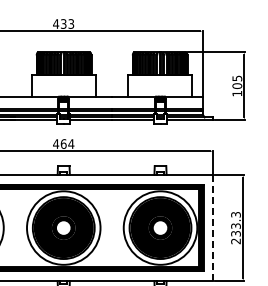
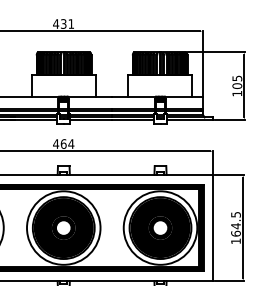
text at (71, 23): 433 -> 431
line at (213, 227): dashed -> solid
text at (235, 228): 233.3 -> 164.5
